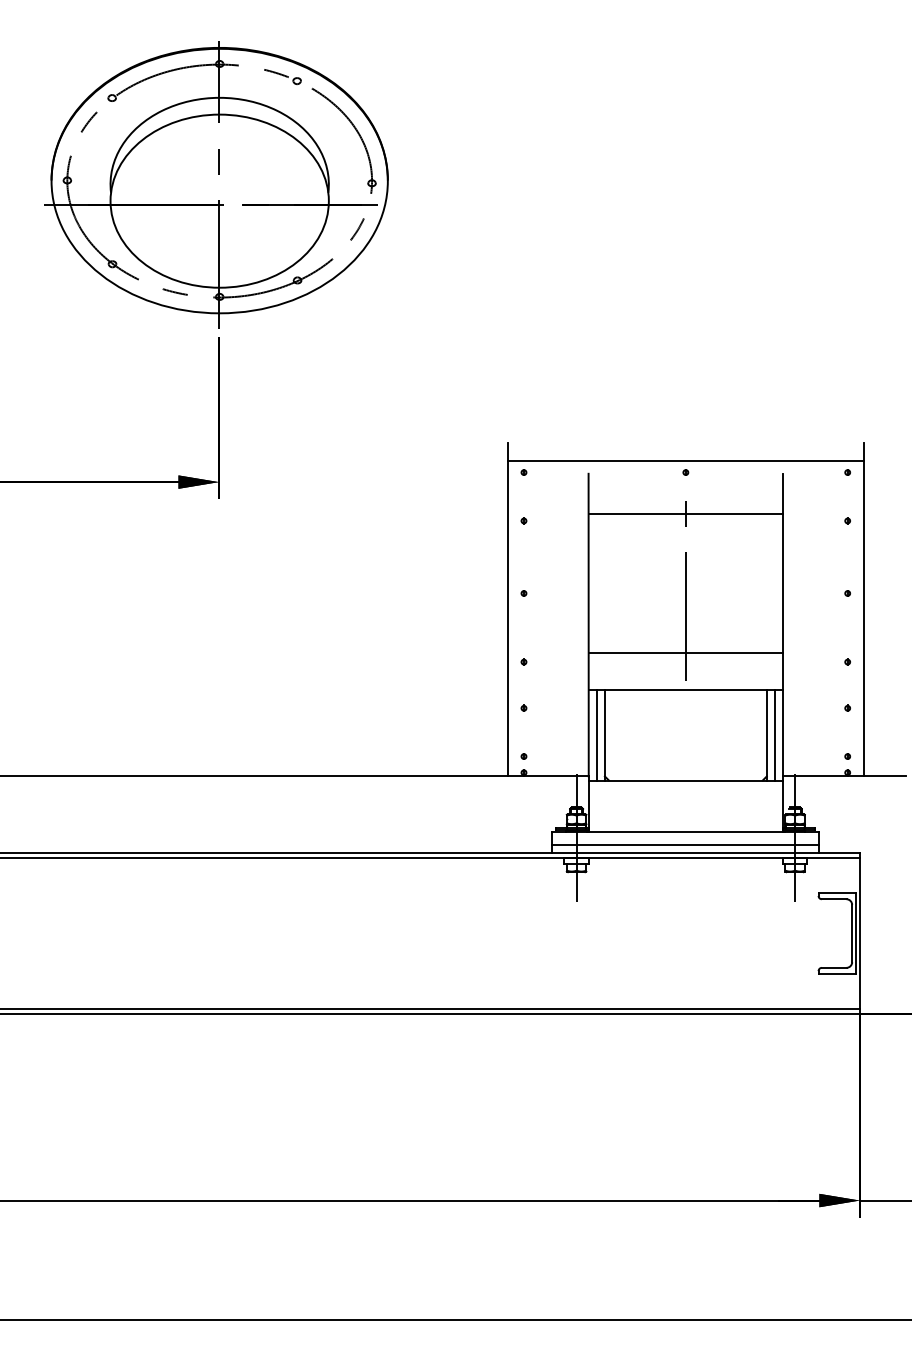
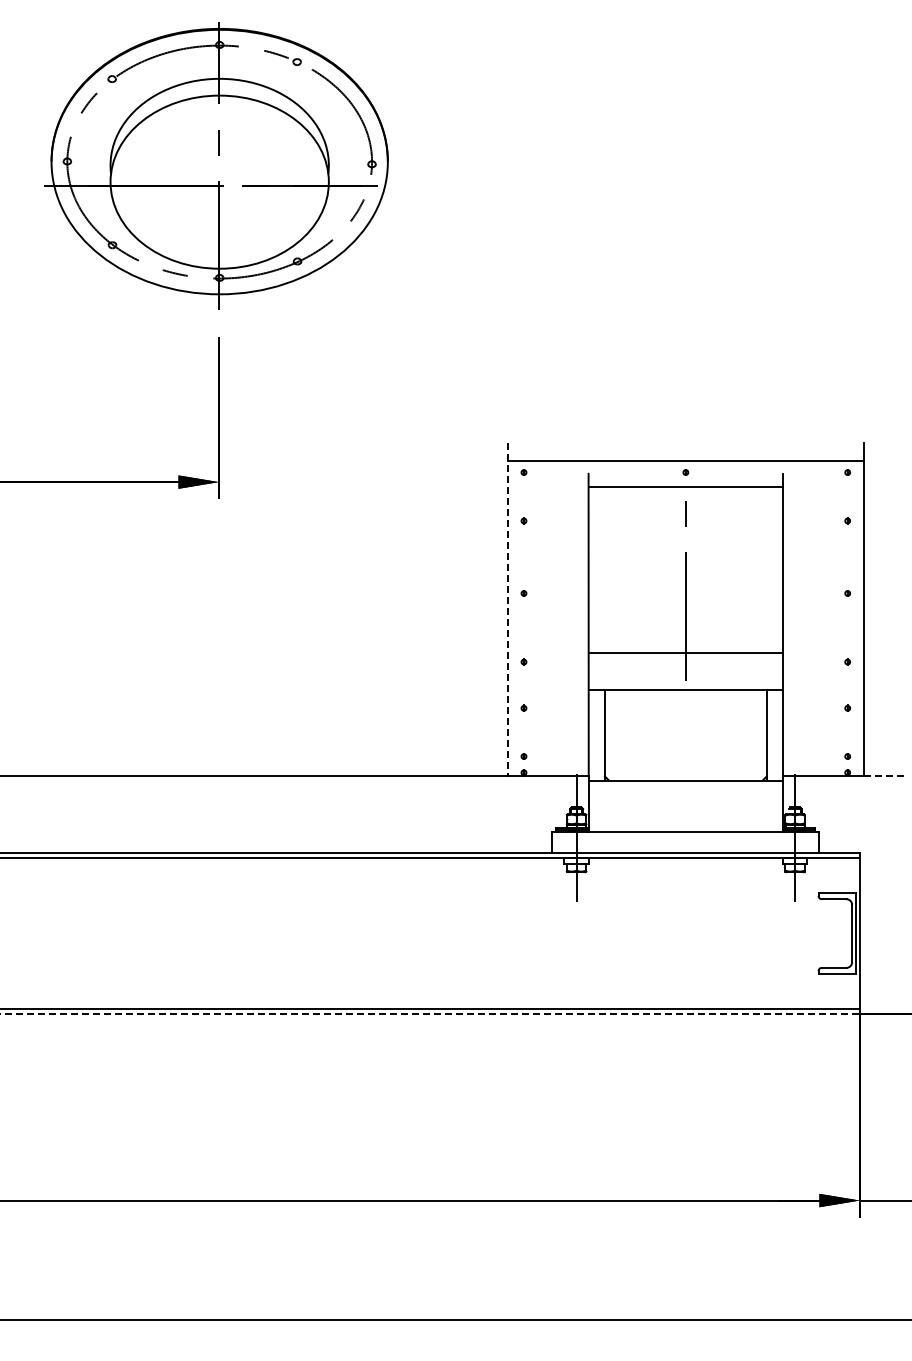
part at (216, 184) position: (216, 184) -> (216, 165)
line at (685, 514) position: (685, 514) -> (685, 487)
line at (507, 609): solid -> dashed
line at (596, 734): present -> none
line at (774, 734): present -> none
line at (885, 775): solid -> dashed
line at (685, 844): present -> none
line at (430, 1014): solid -> dashed
